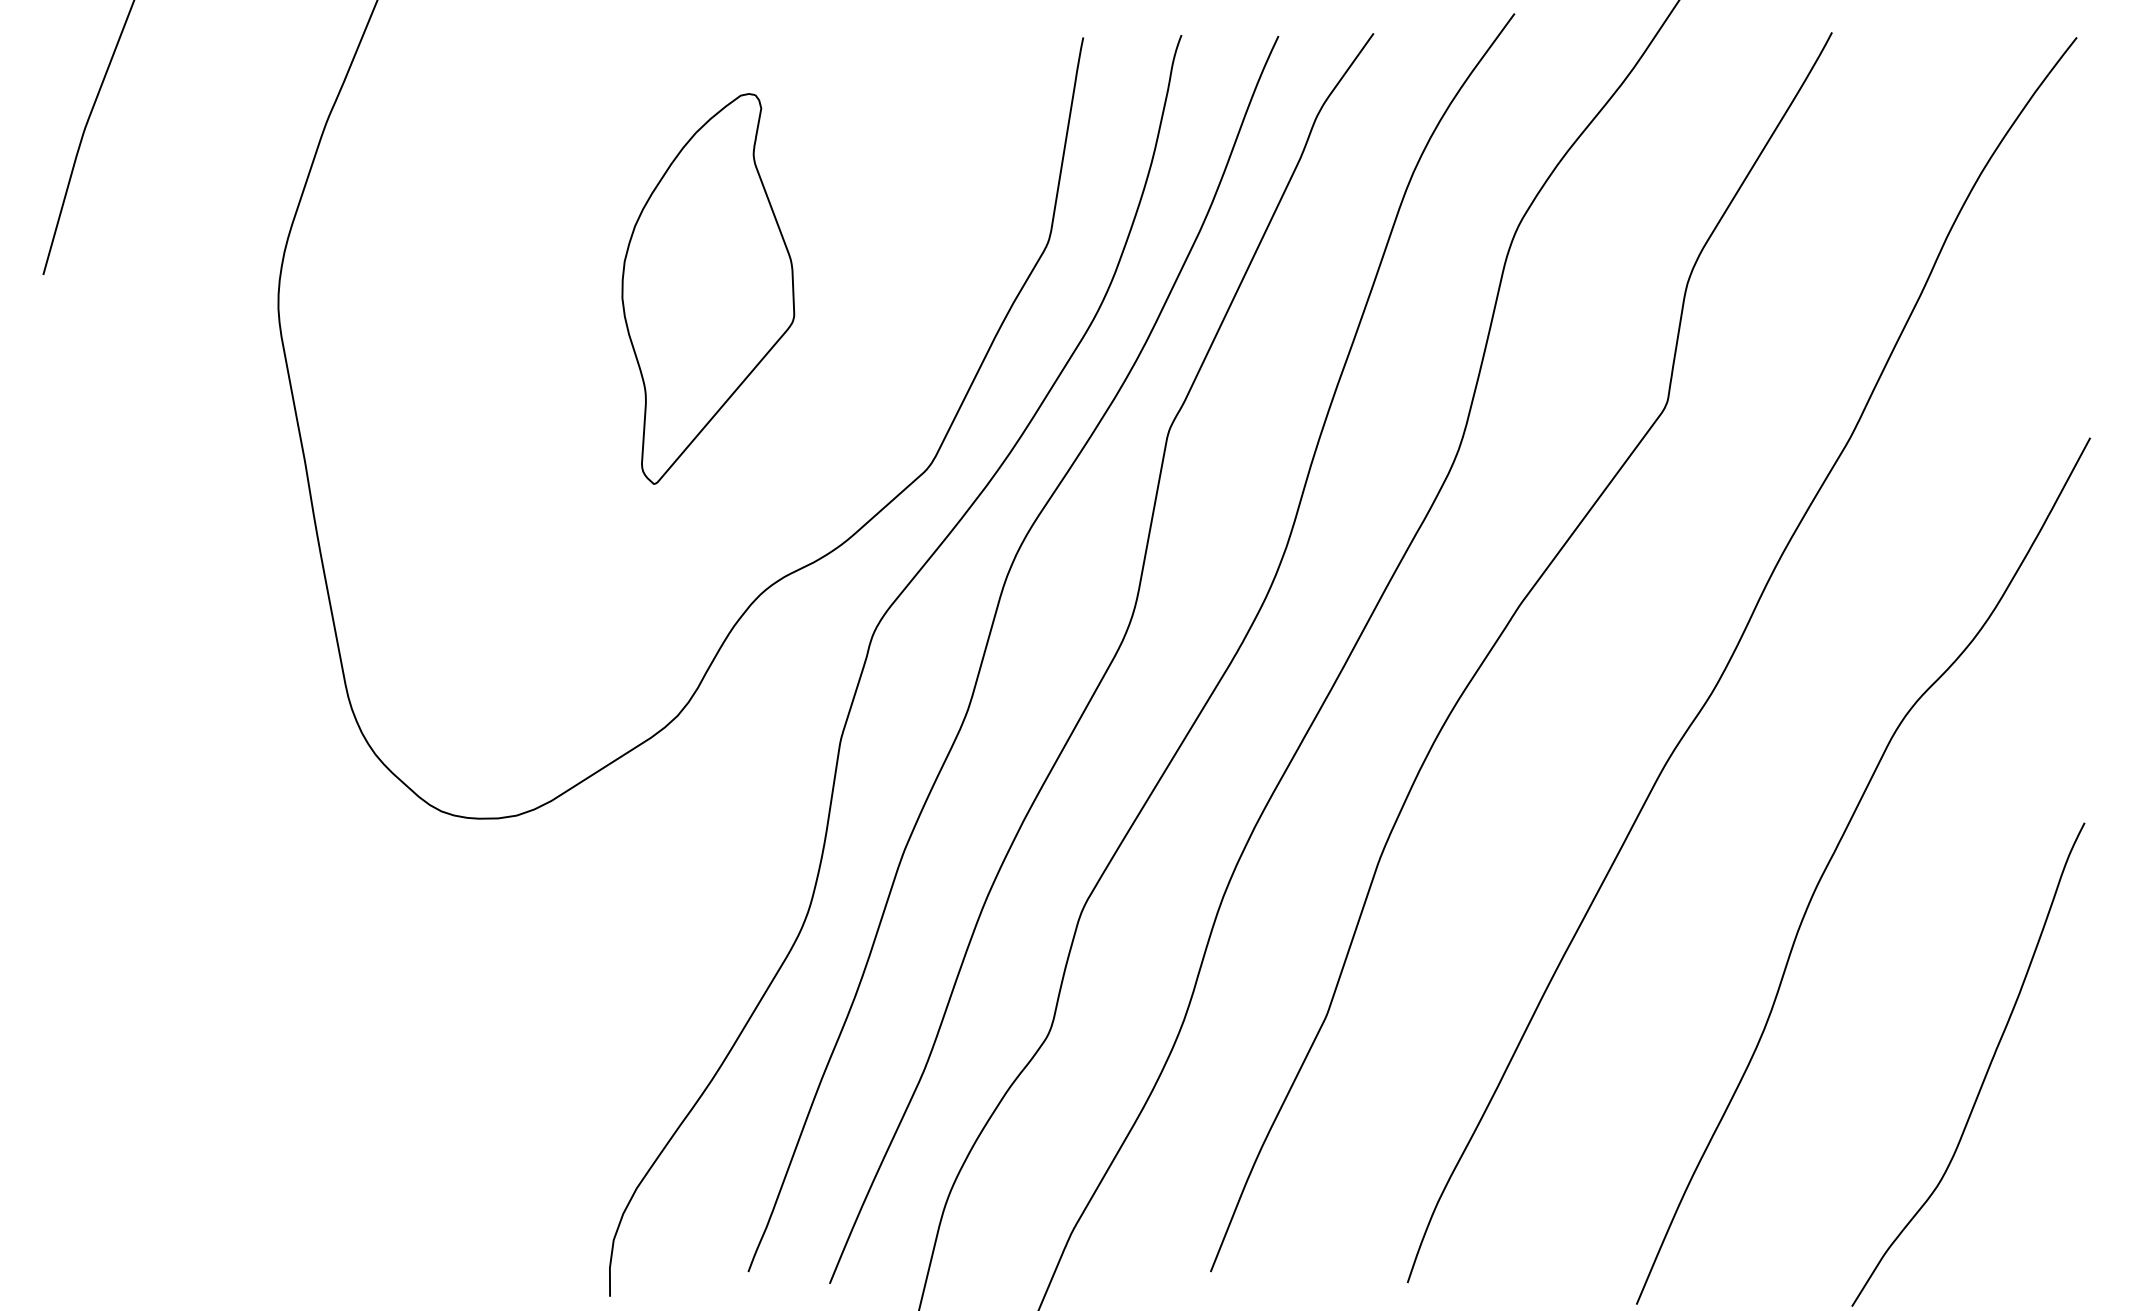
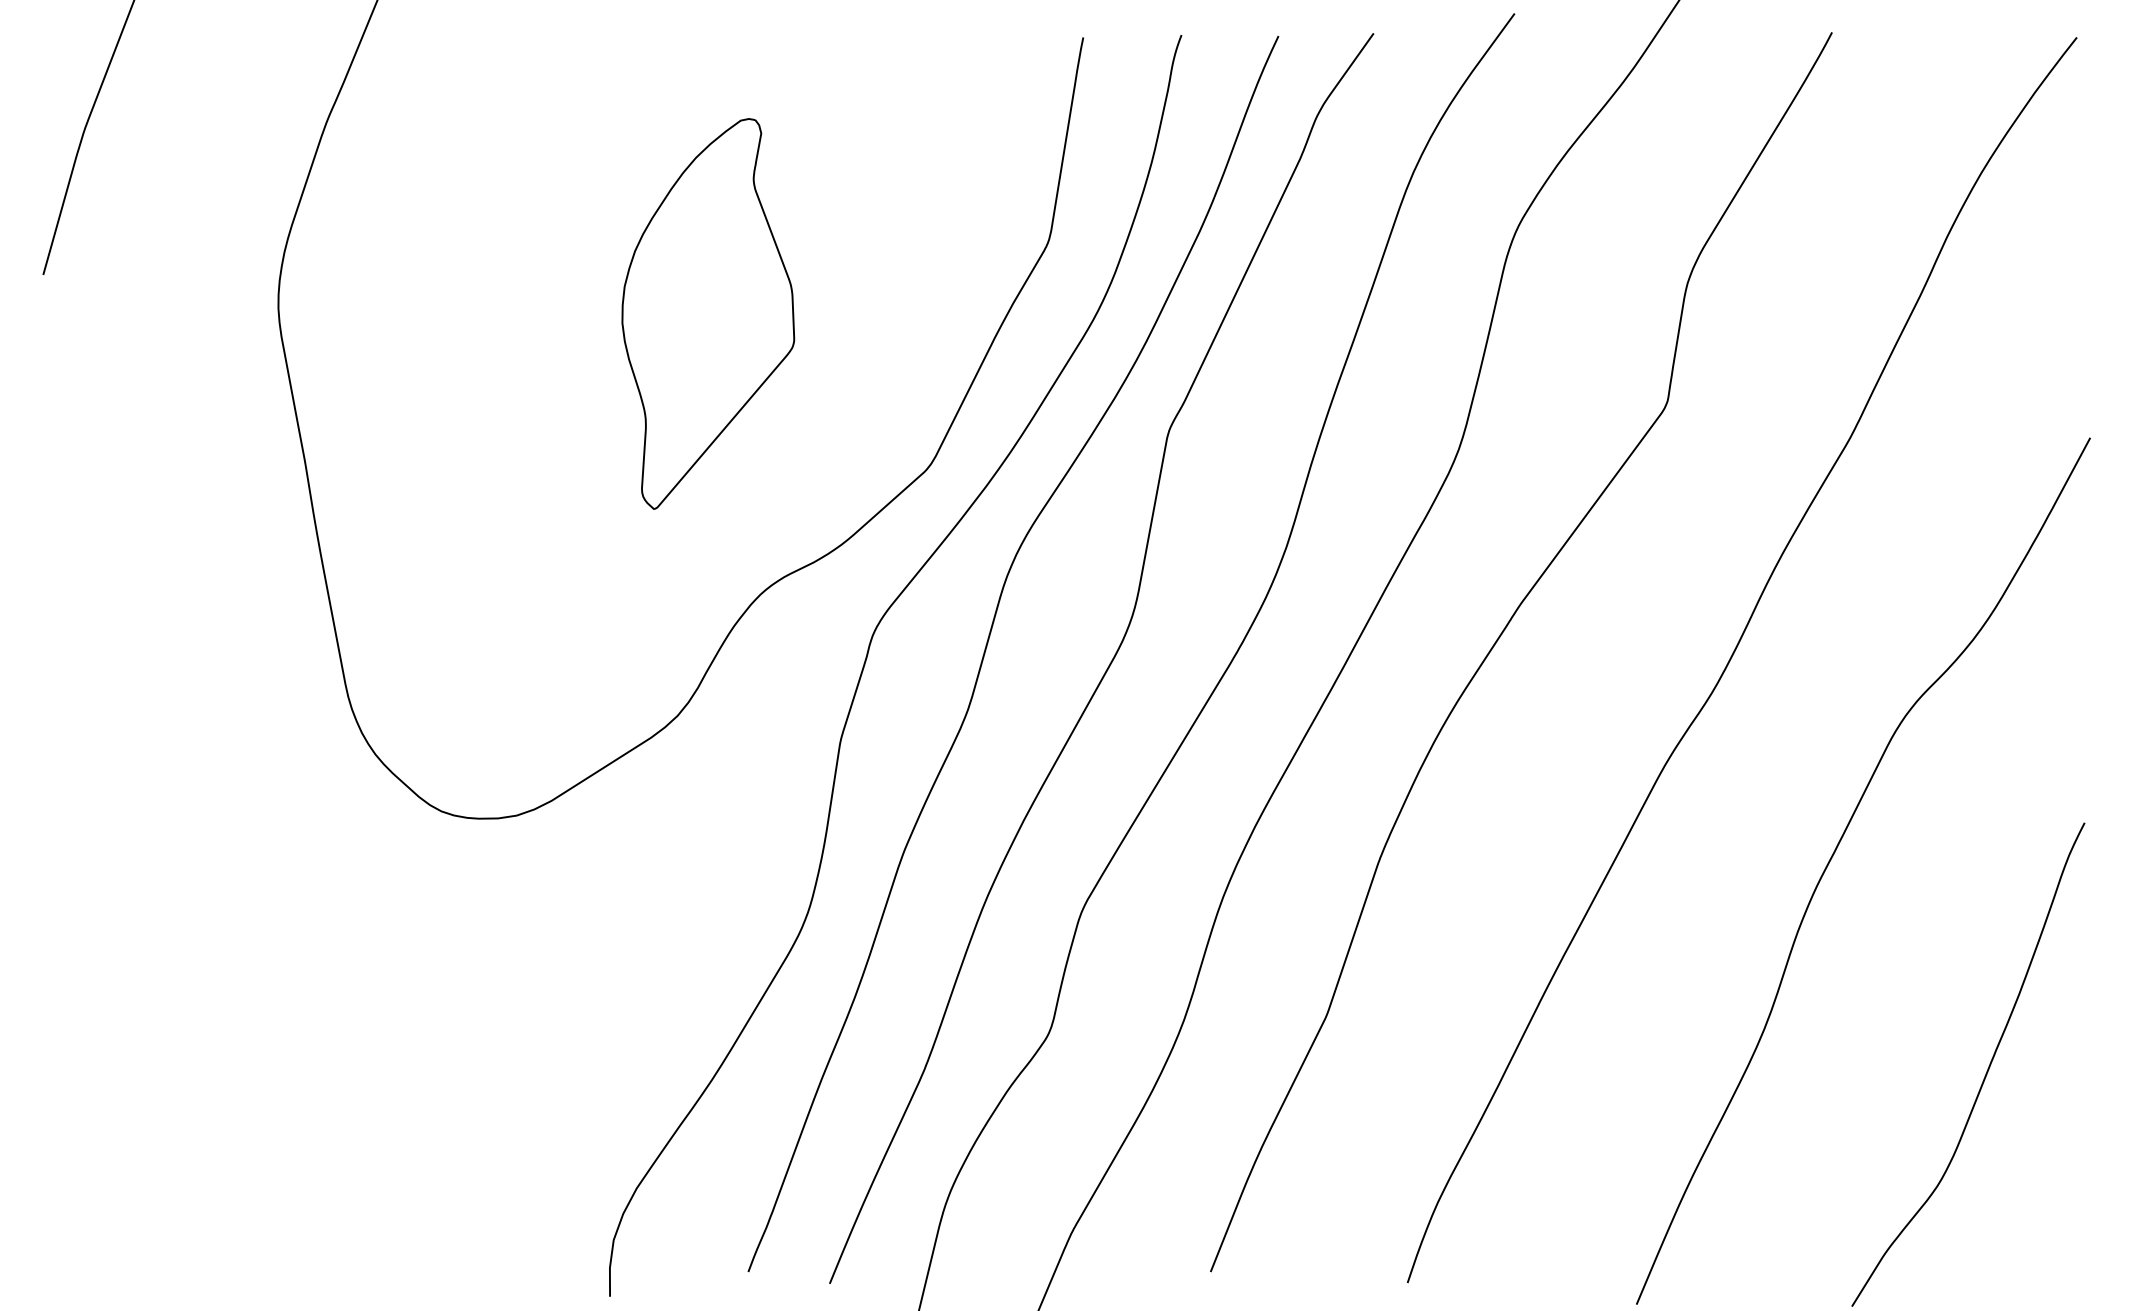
part at (708, 288) position: (708, 288) -> (708, 313)
